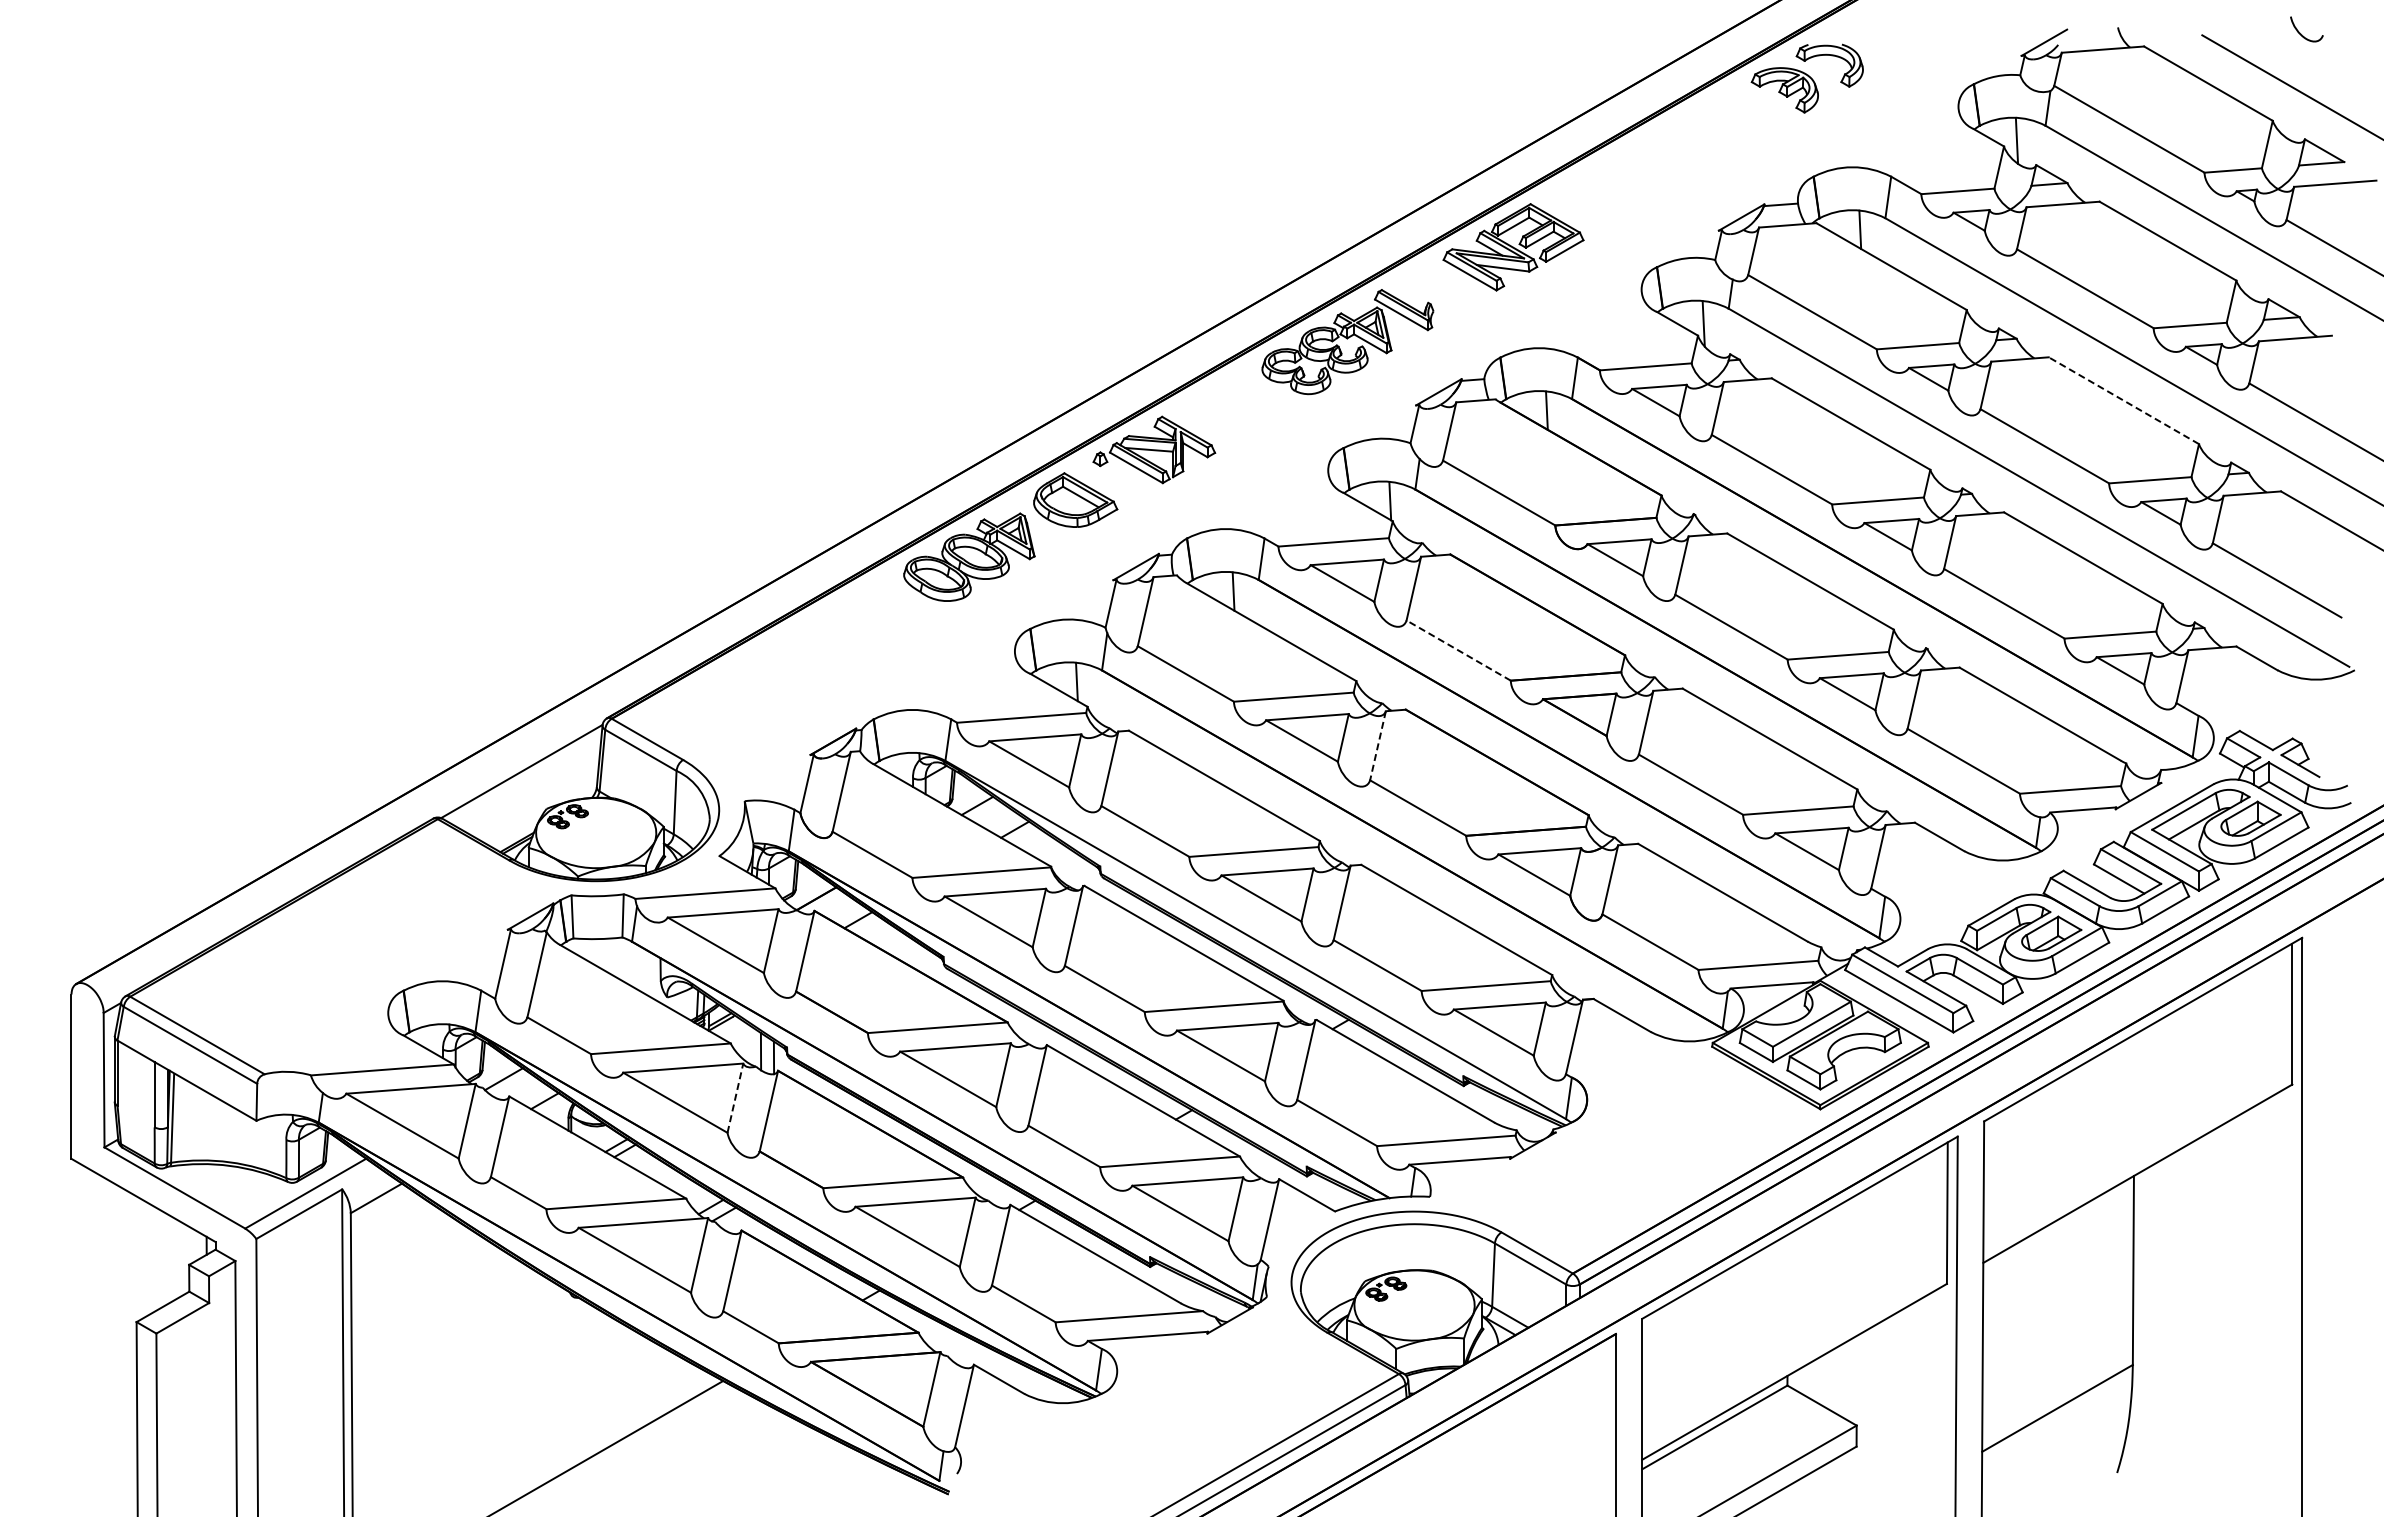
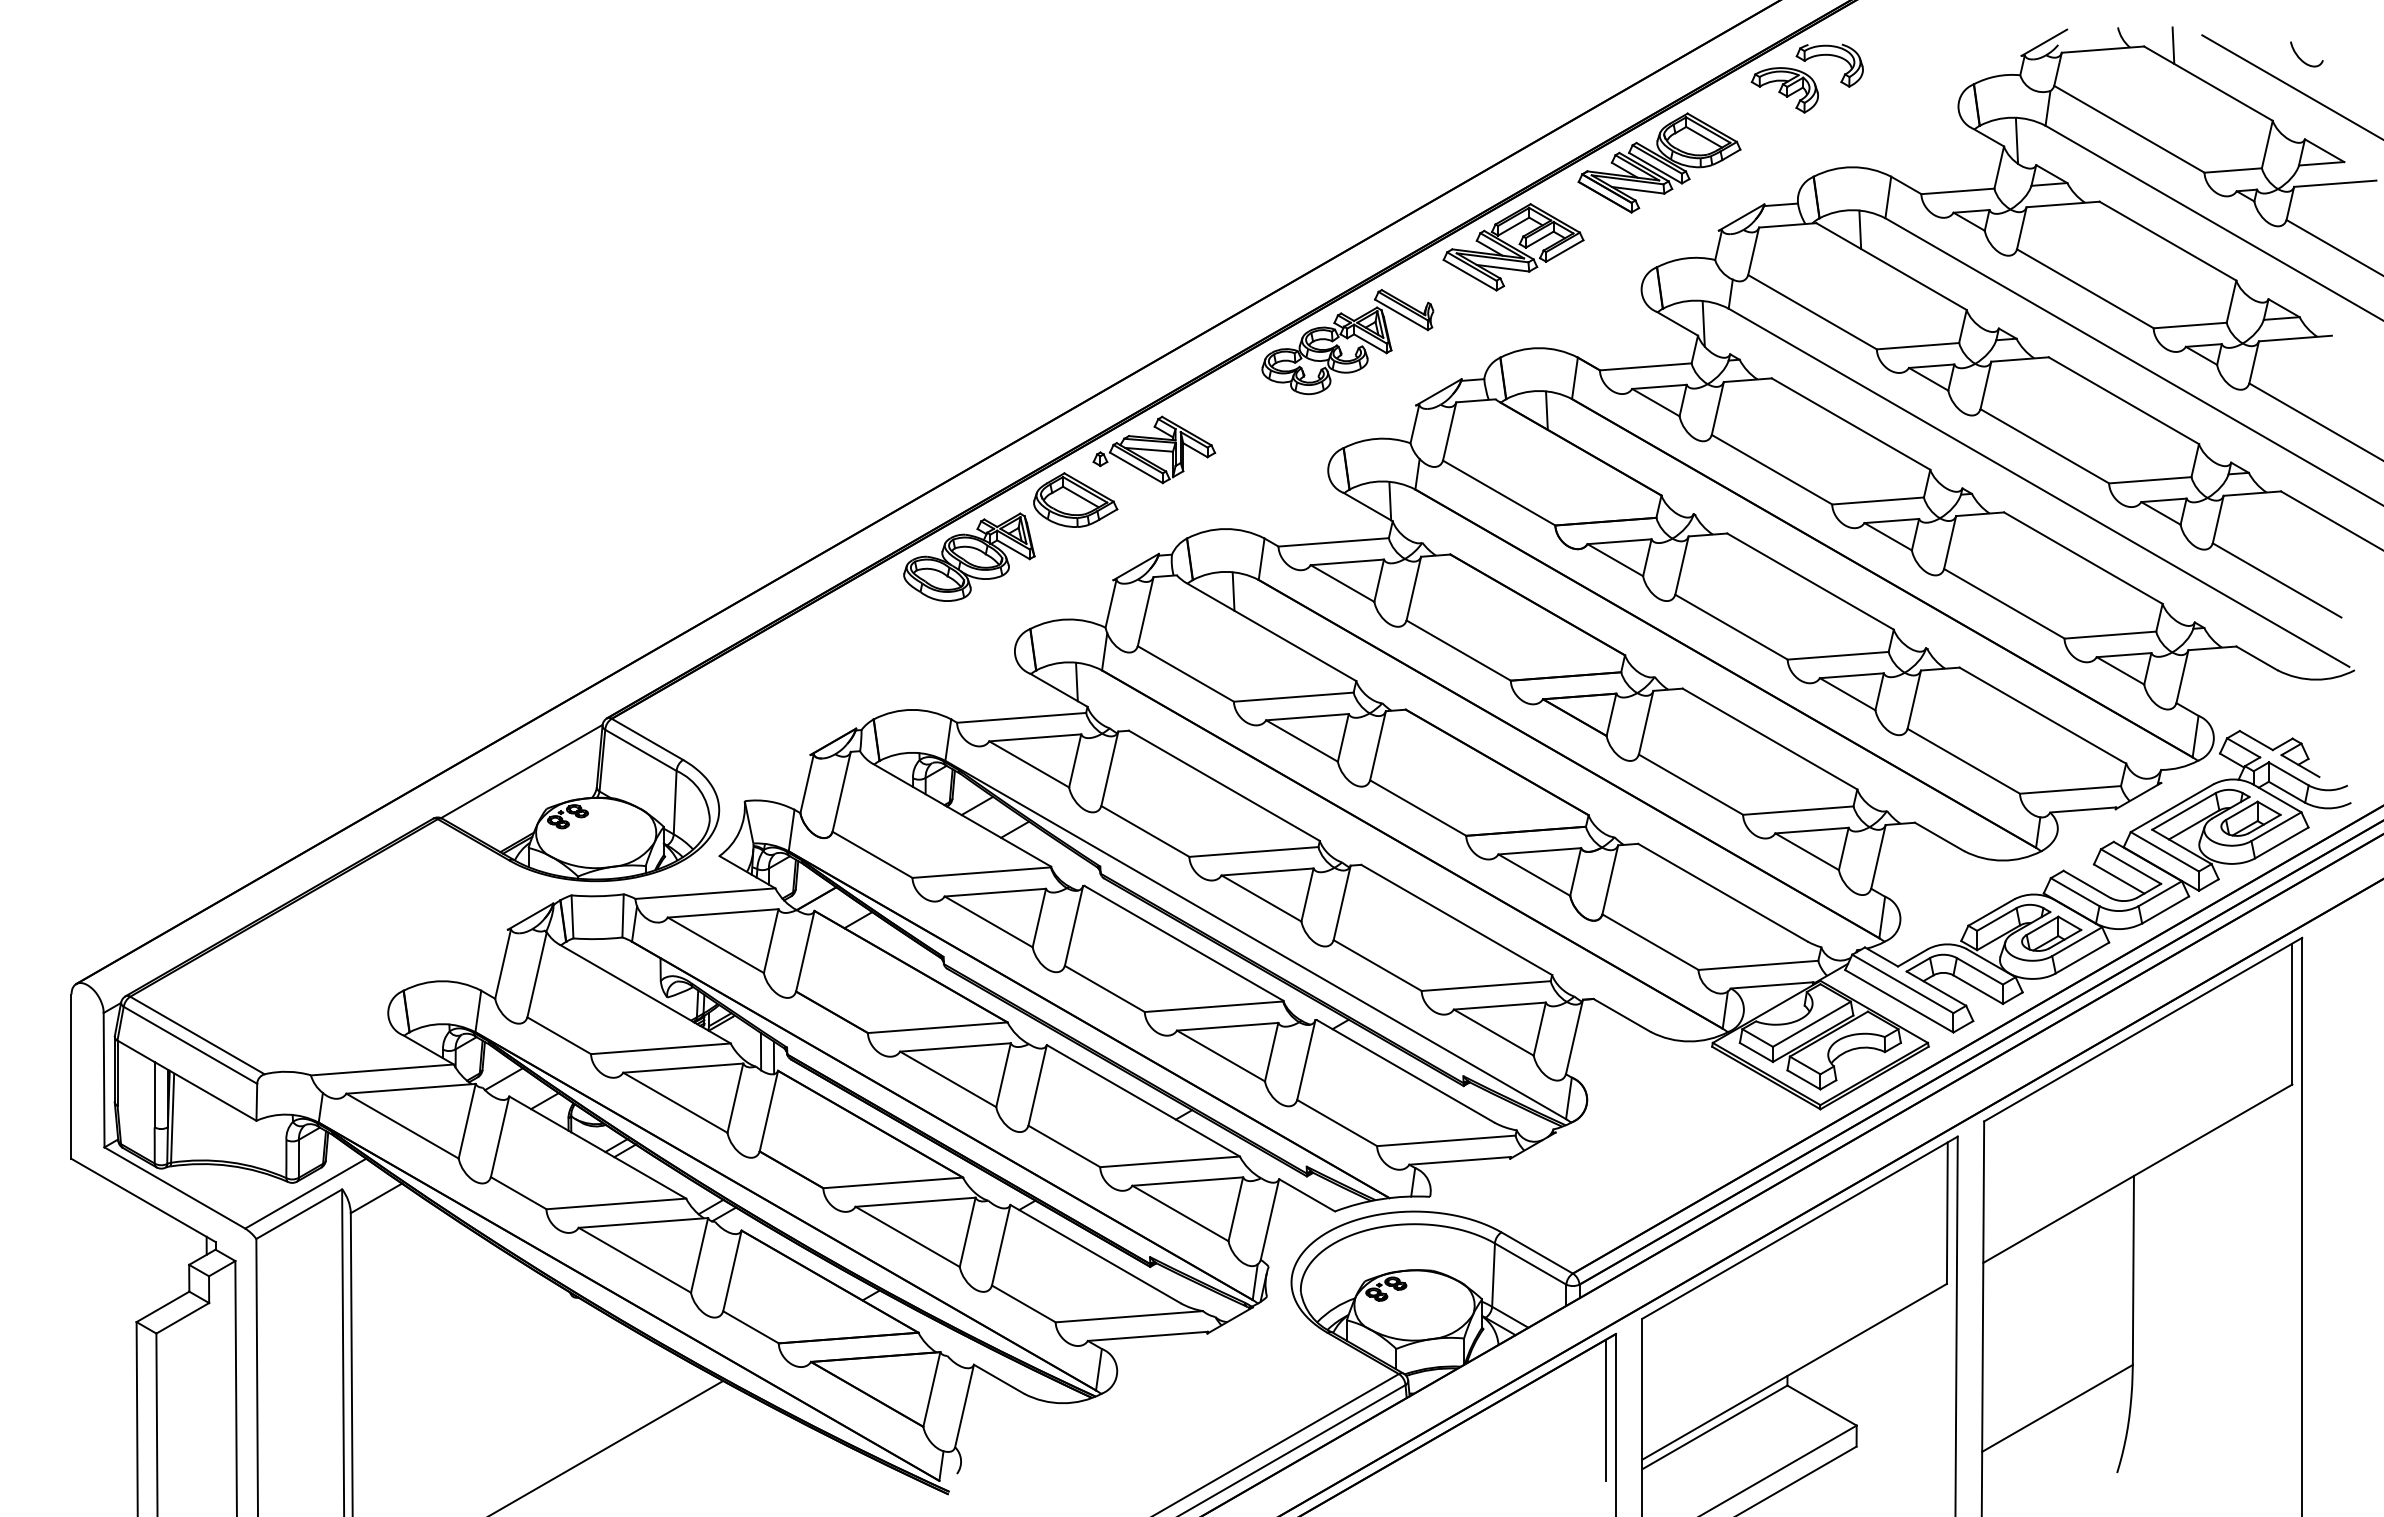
curve at (2301, 33) position: (2301, 33) -> (2301, 58)
line at (2173, 45): none -> present
part at (1659, 162): none -> present
line at (2123, 400): dashed -> solid
line at (1458, 650): dashed -> solid
line at (1377, 746): dashed -> solid
line at (735, 1098): dashed -> solid
line at (1605, 1409): none -> present
